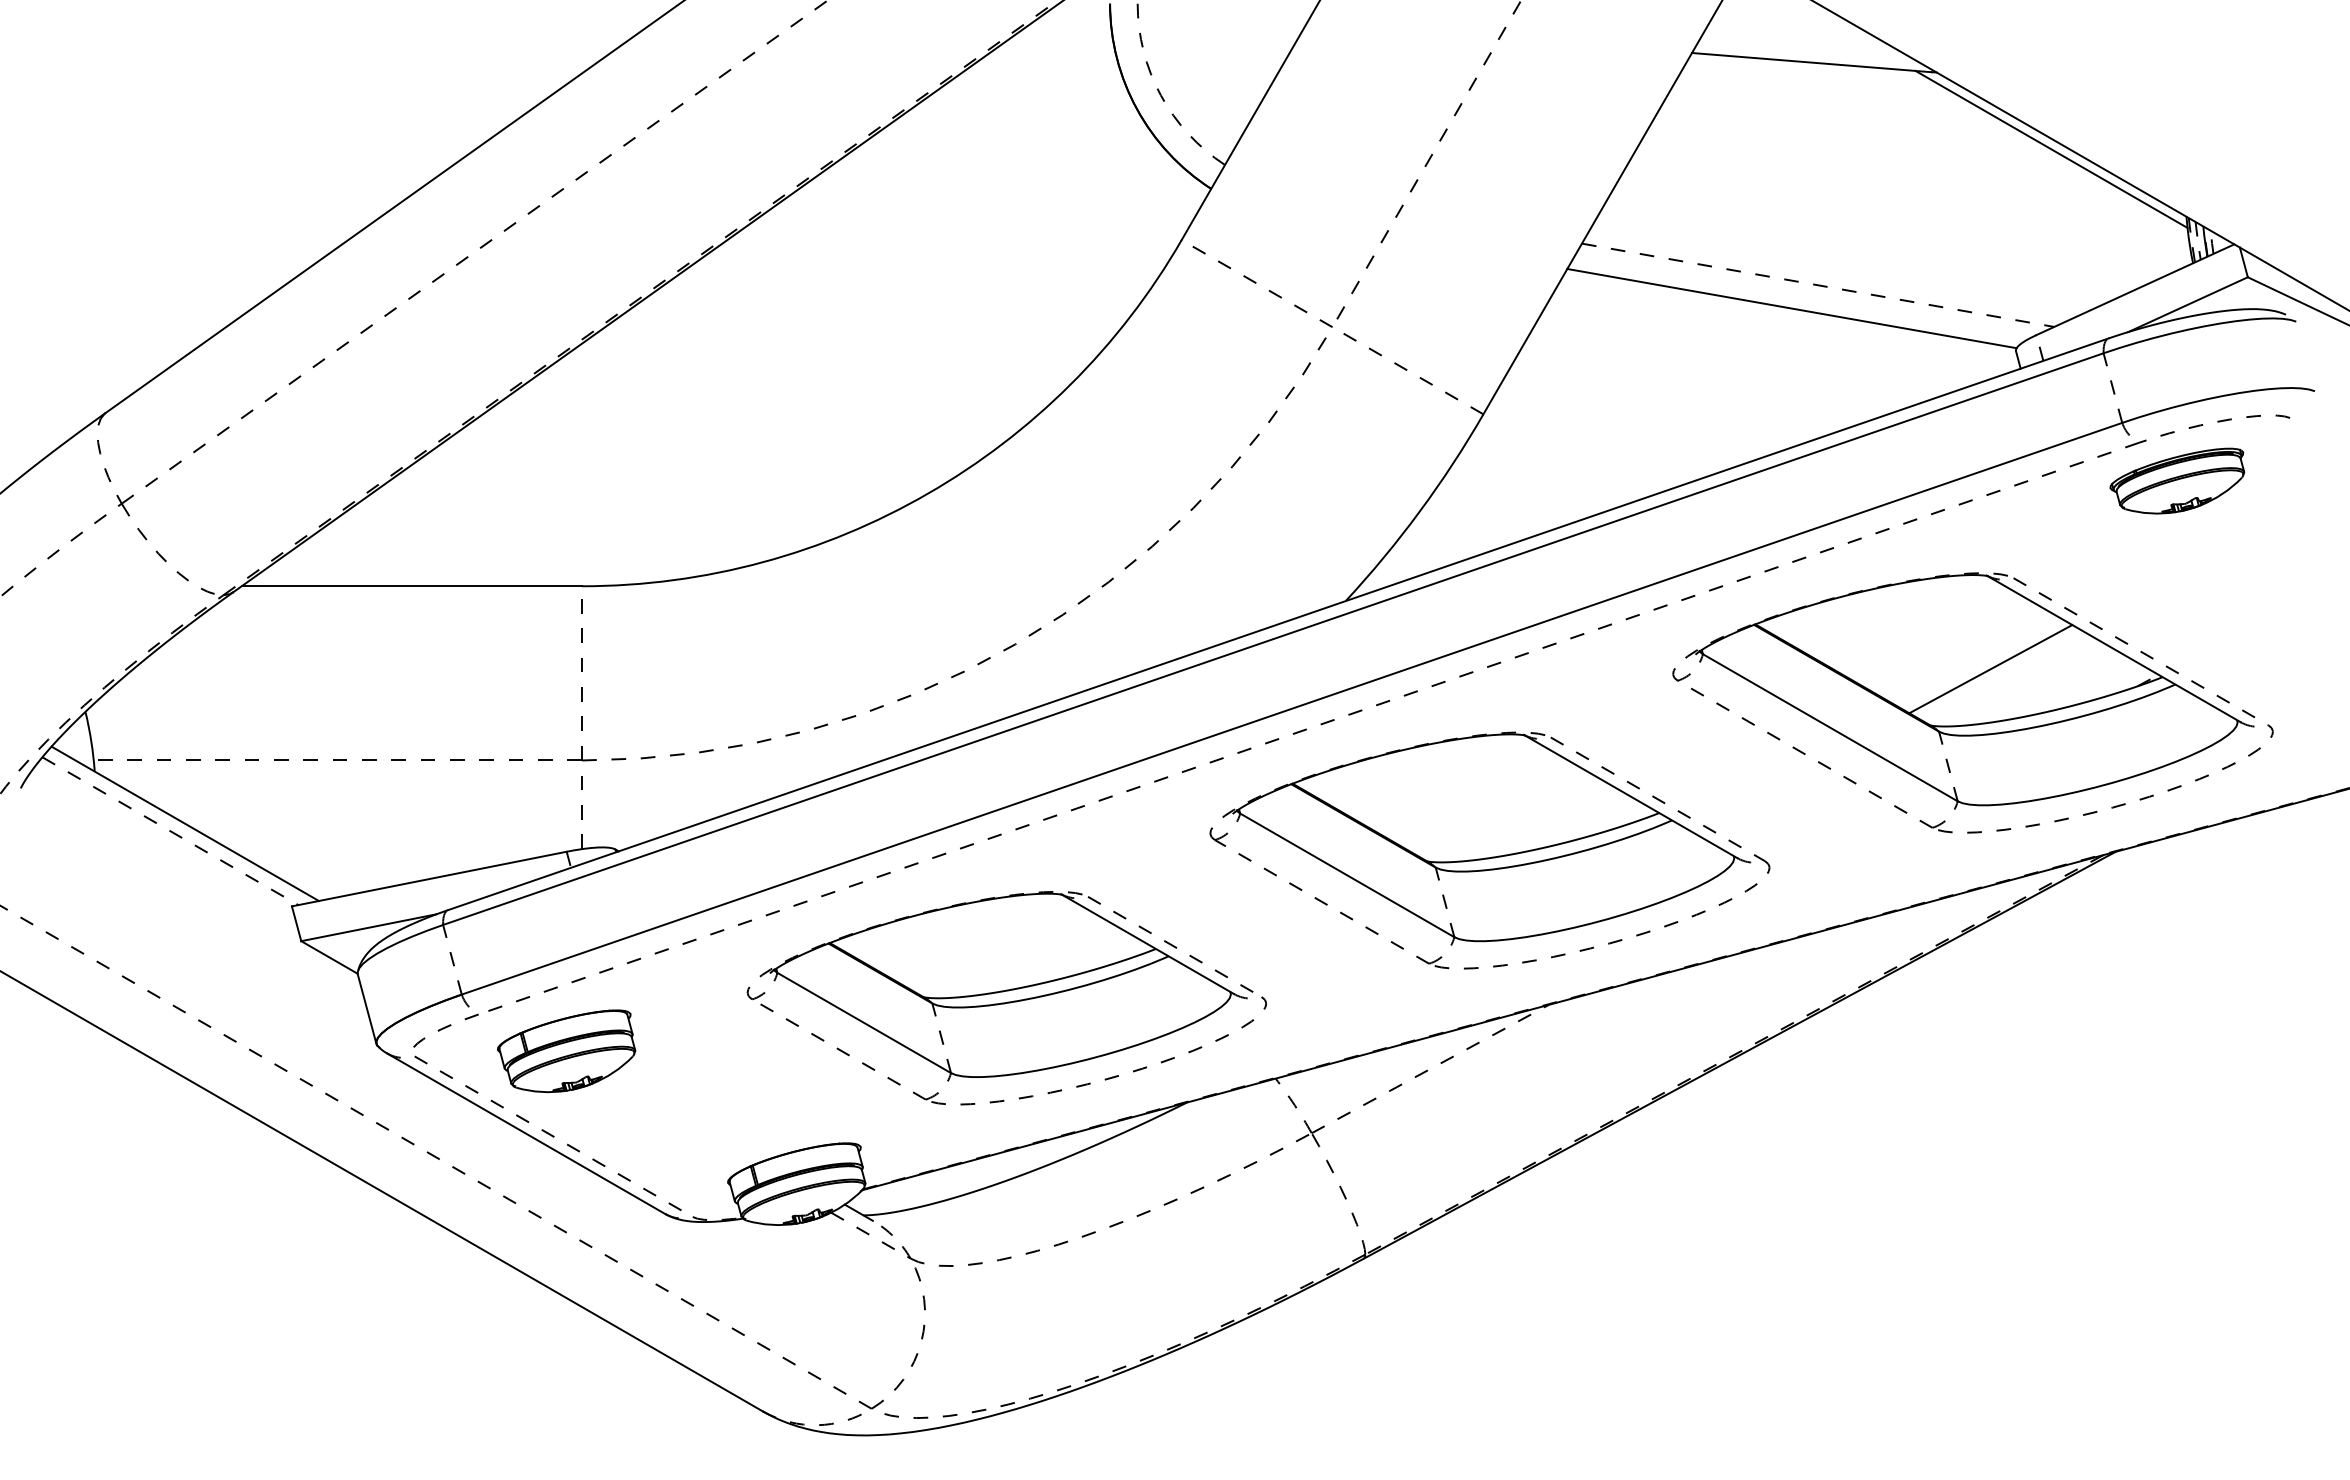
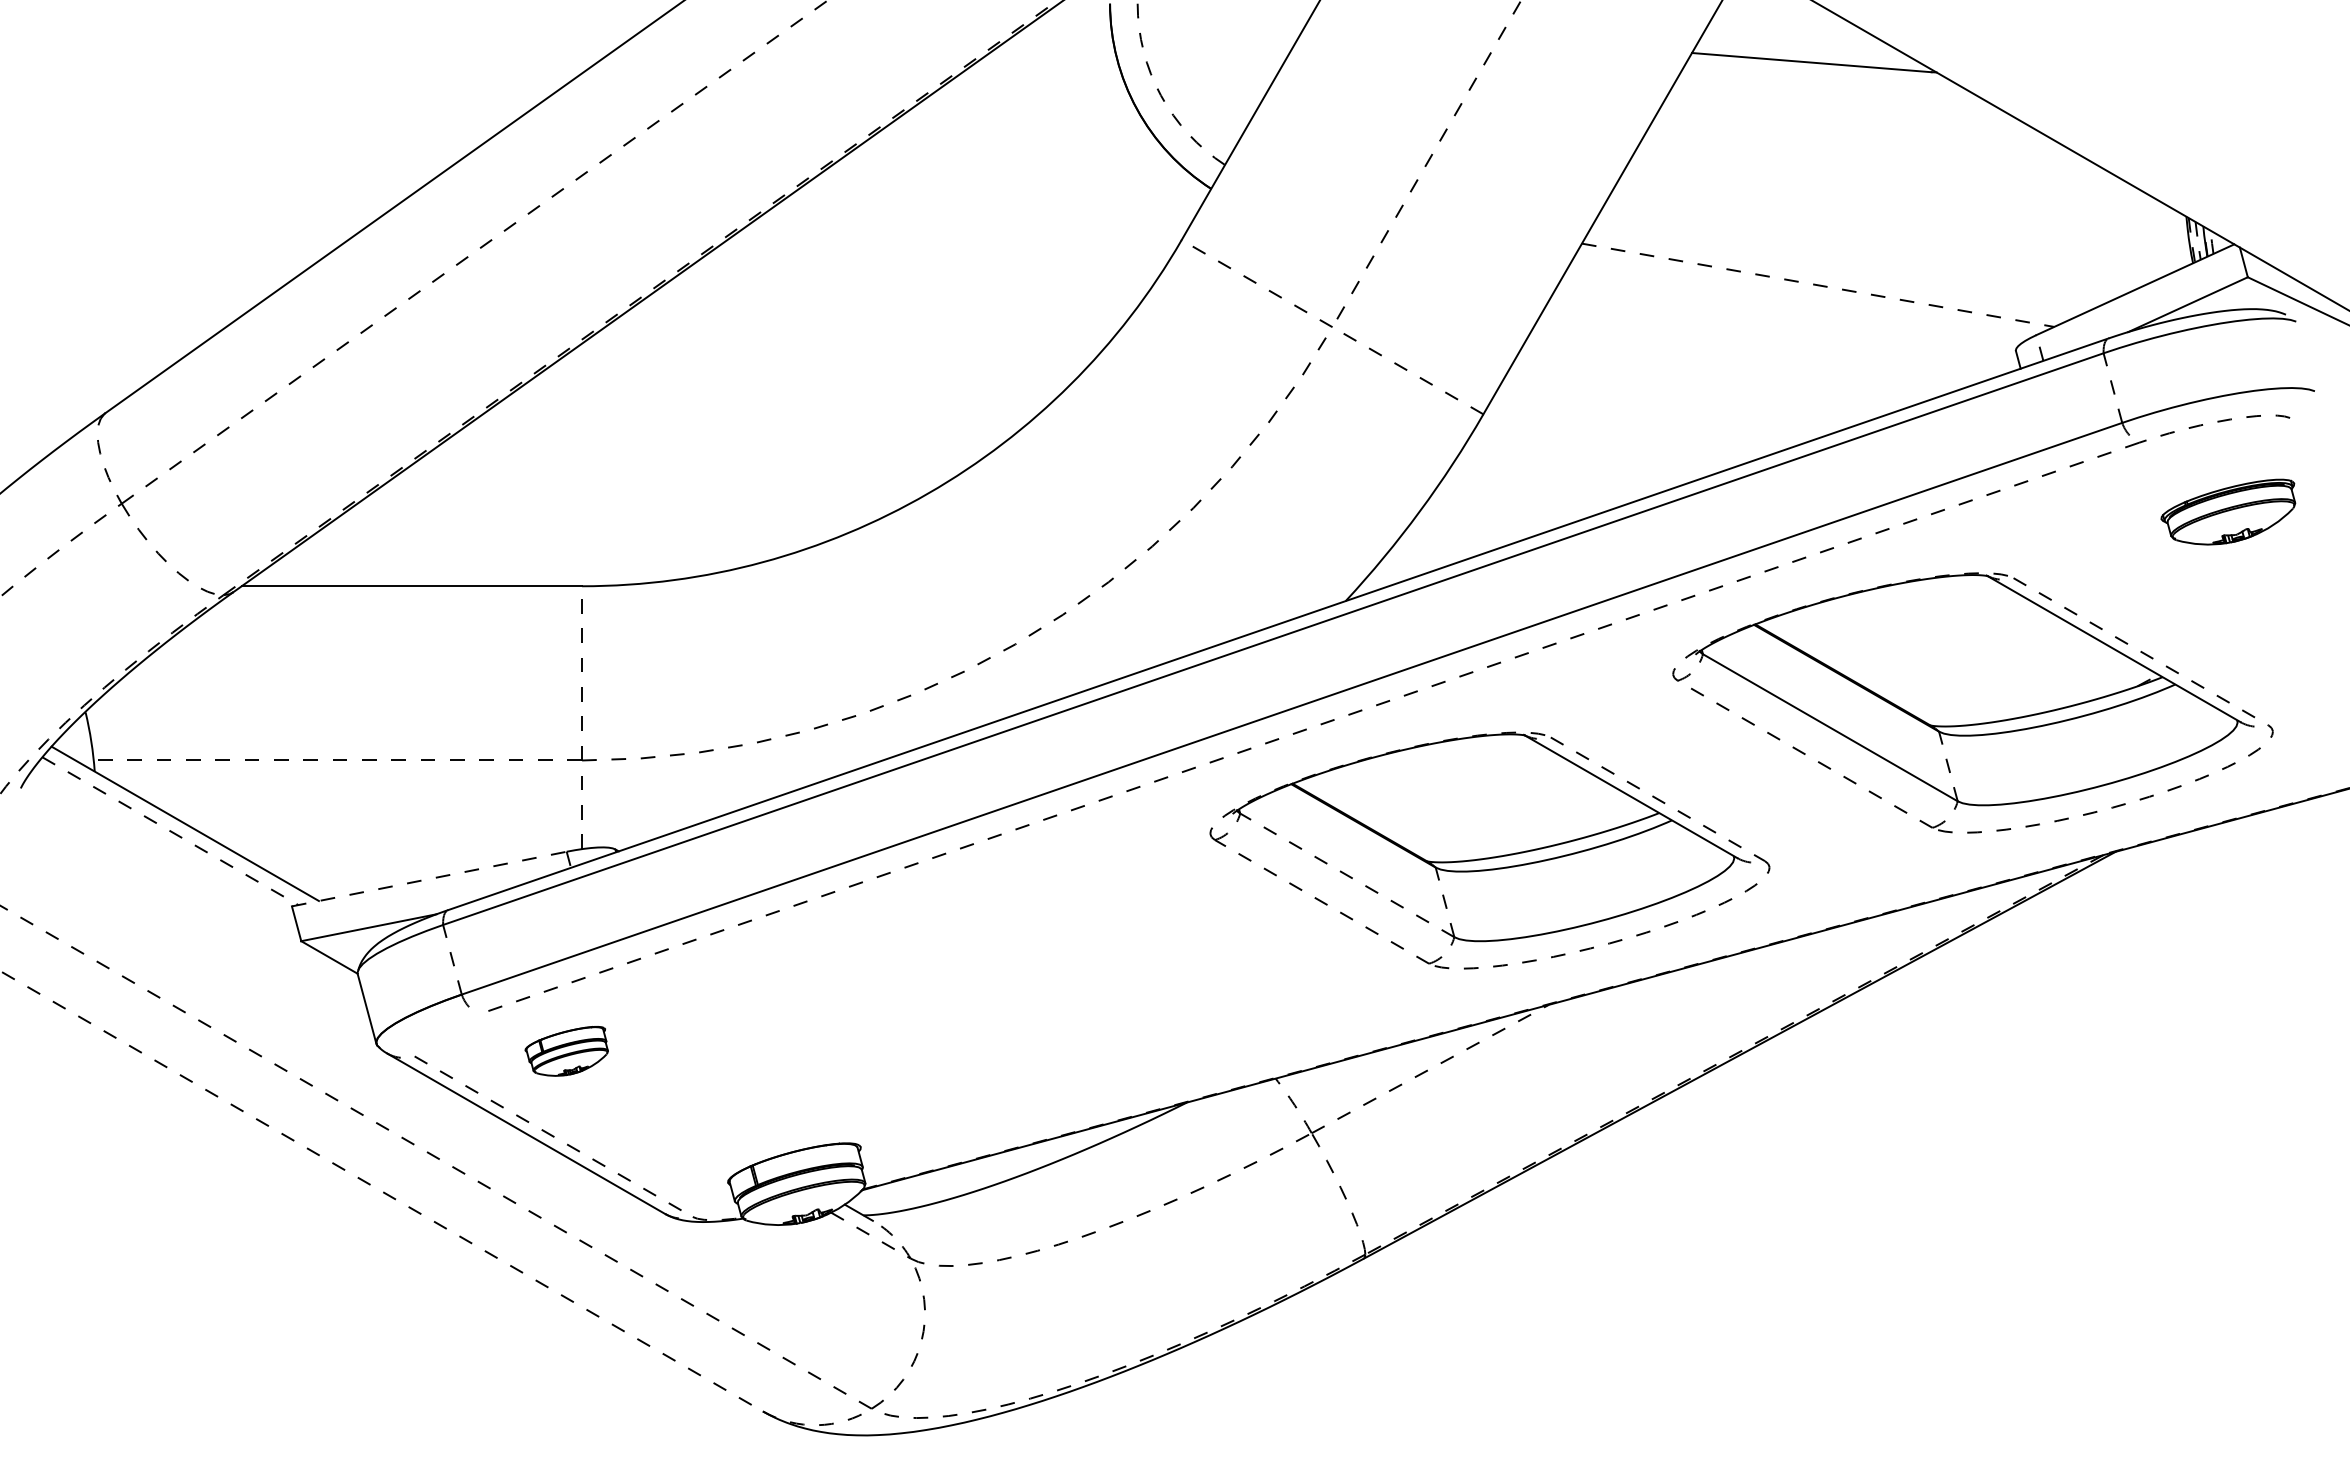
line at (2051, 148): present -> none
line at (1791, 308): present -> none
part at (2177, 480) position: (2177, 480) -> (2228, 511)
line at (1990, 669): present -> none
line at (1347, 875): solid -> dashed
line at (429, 878): solid -> dashed
part at (1006, 998): present -> none
curve at (445, 1028): present -> none
part at (566, 1051) size: 140x85 px -> 85x51 px
line at (382, 1191): solid -> dashed
